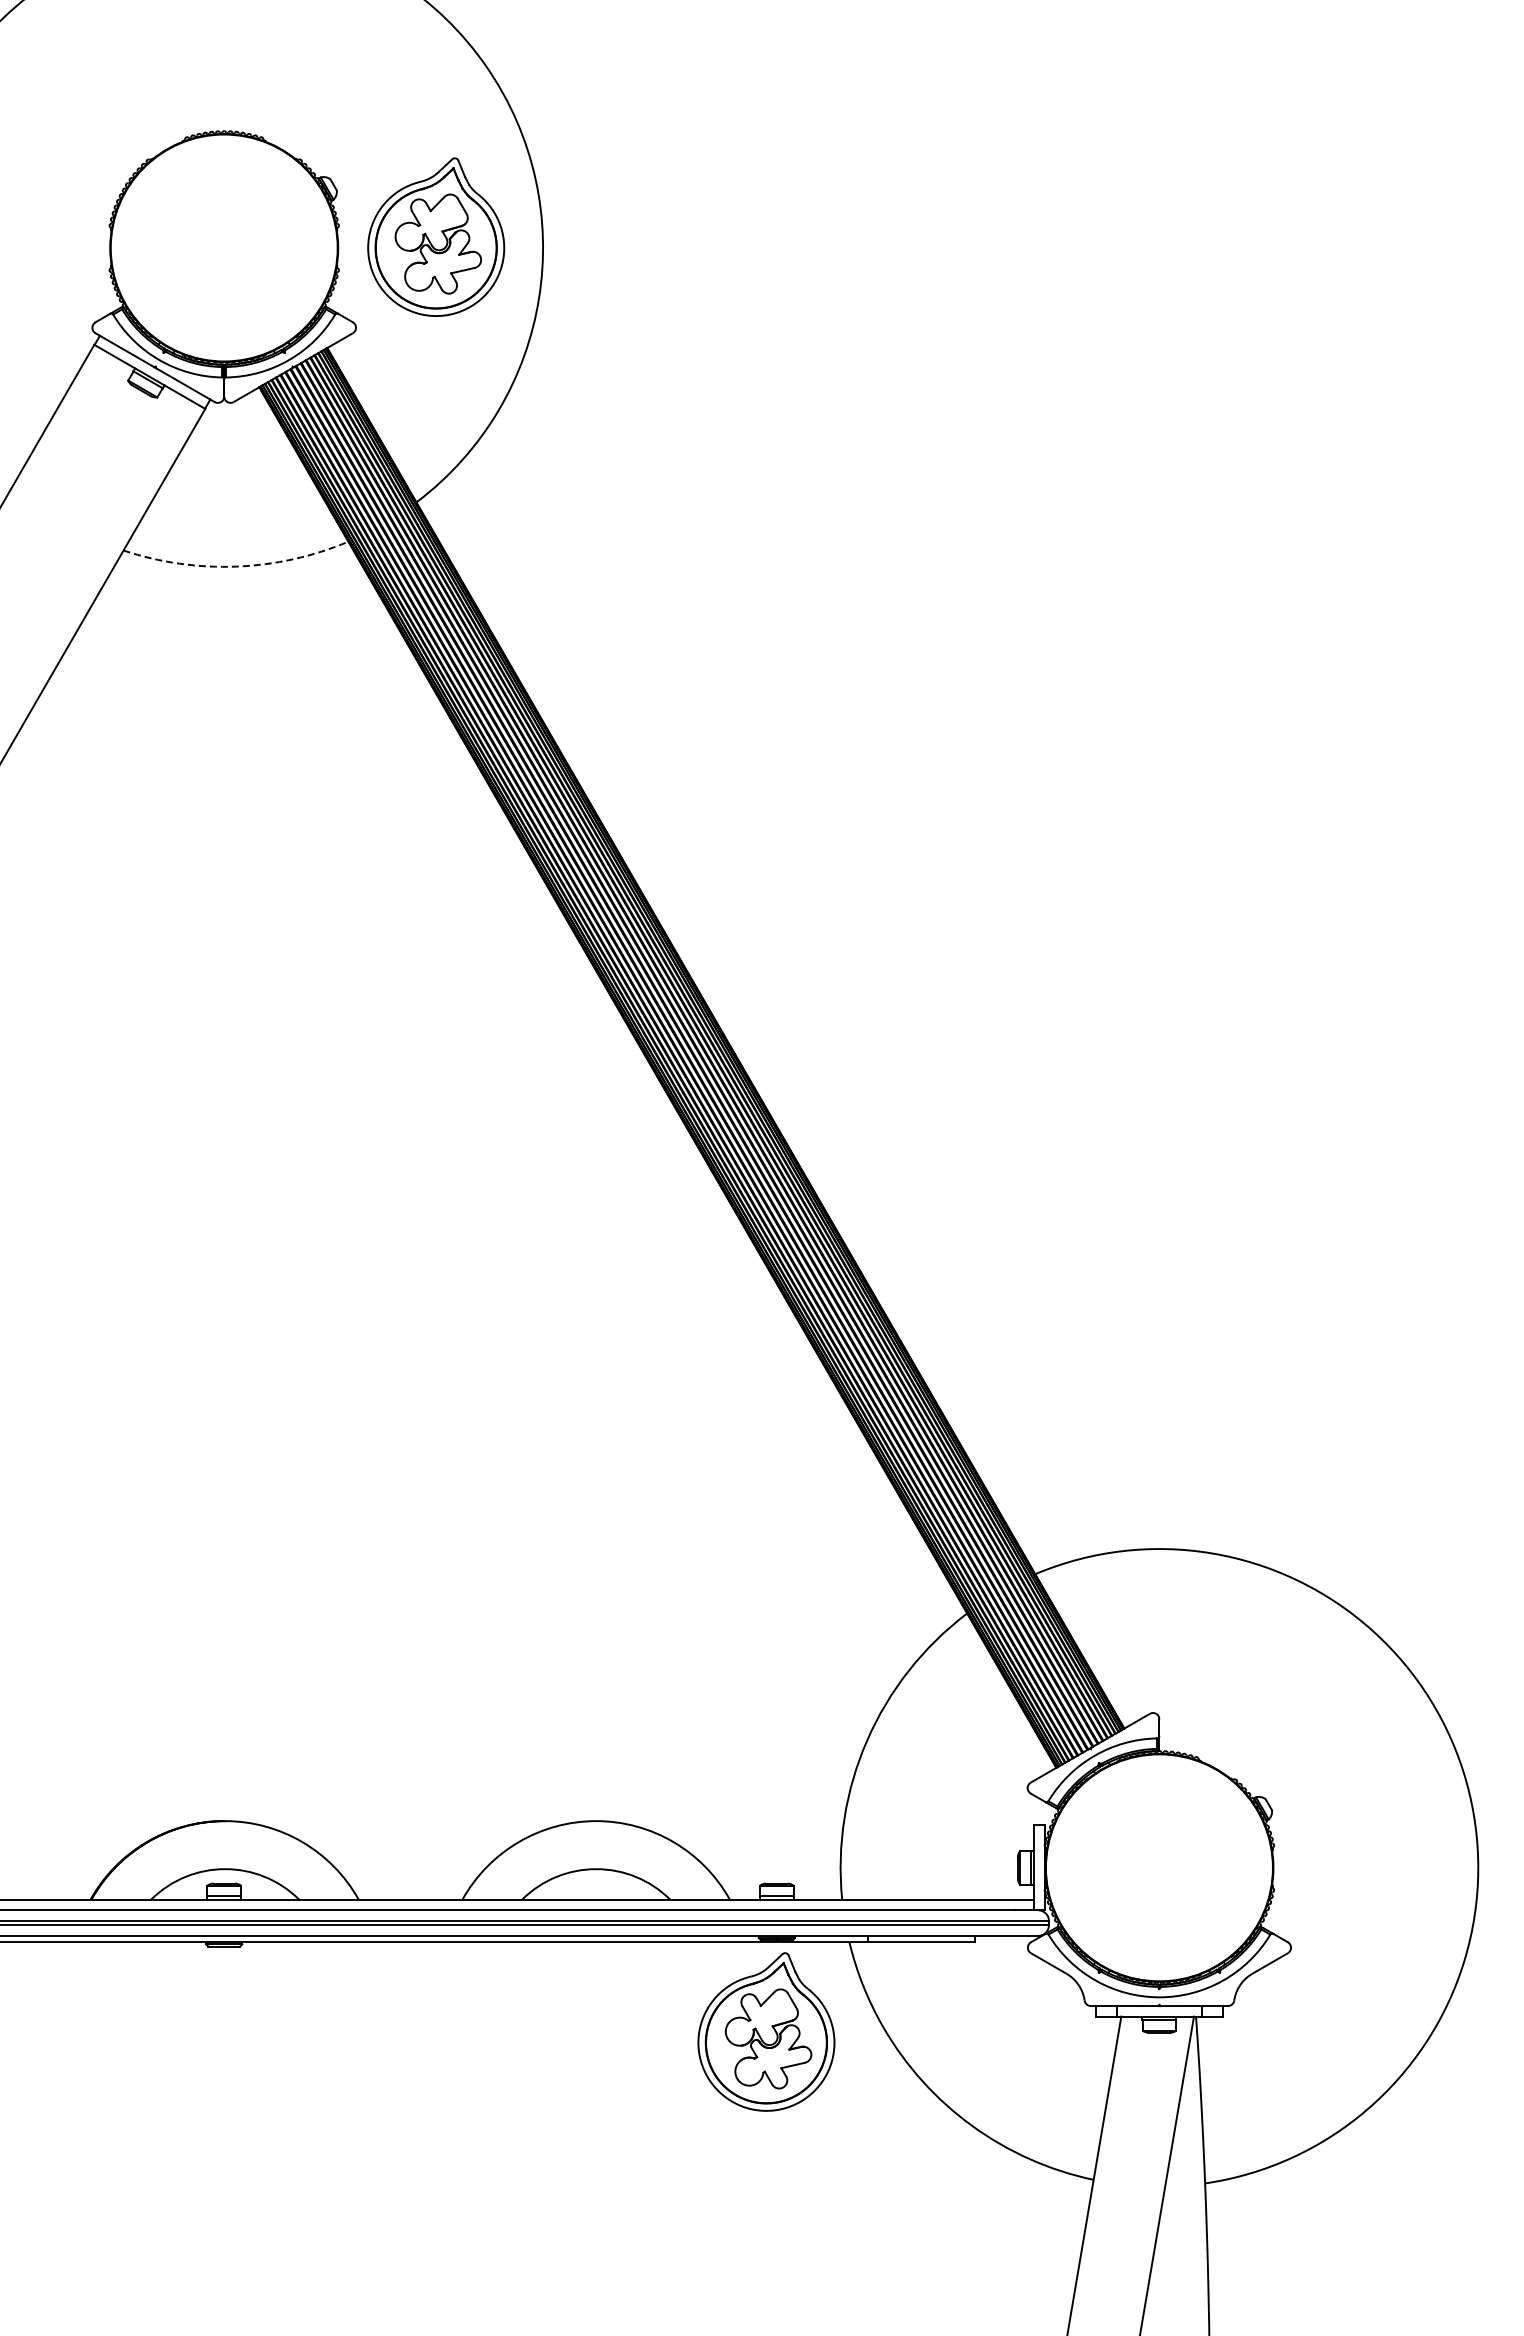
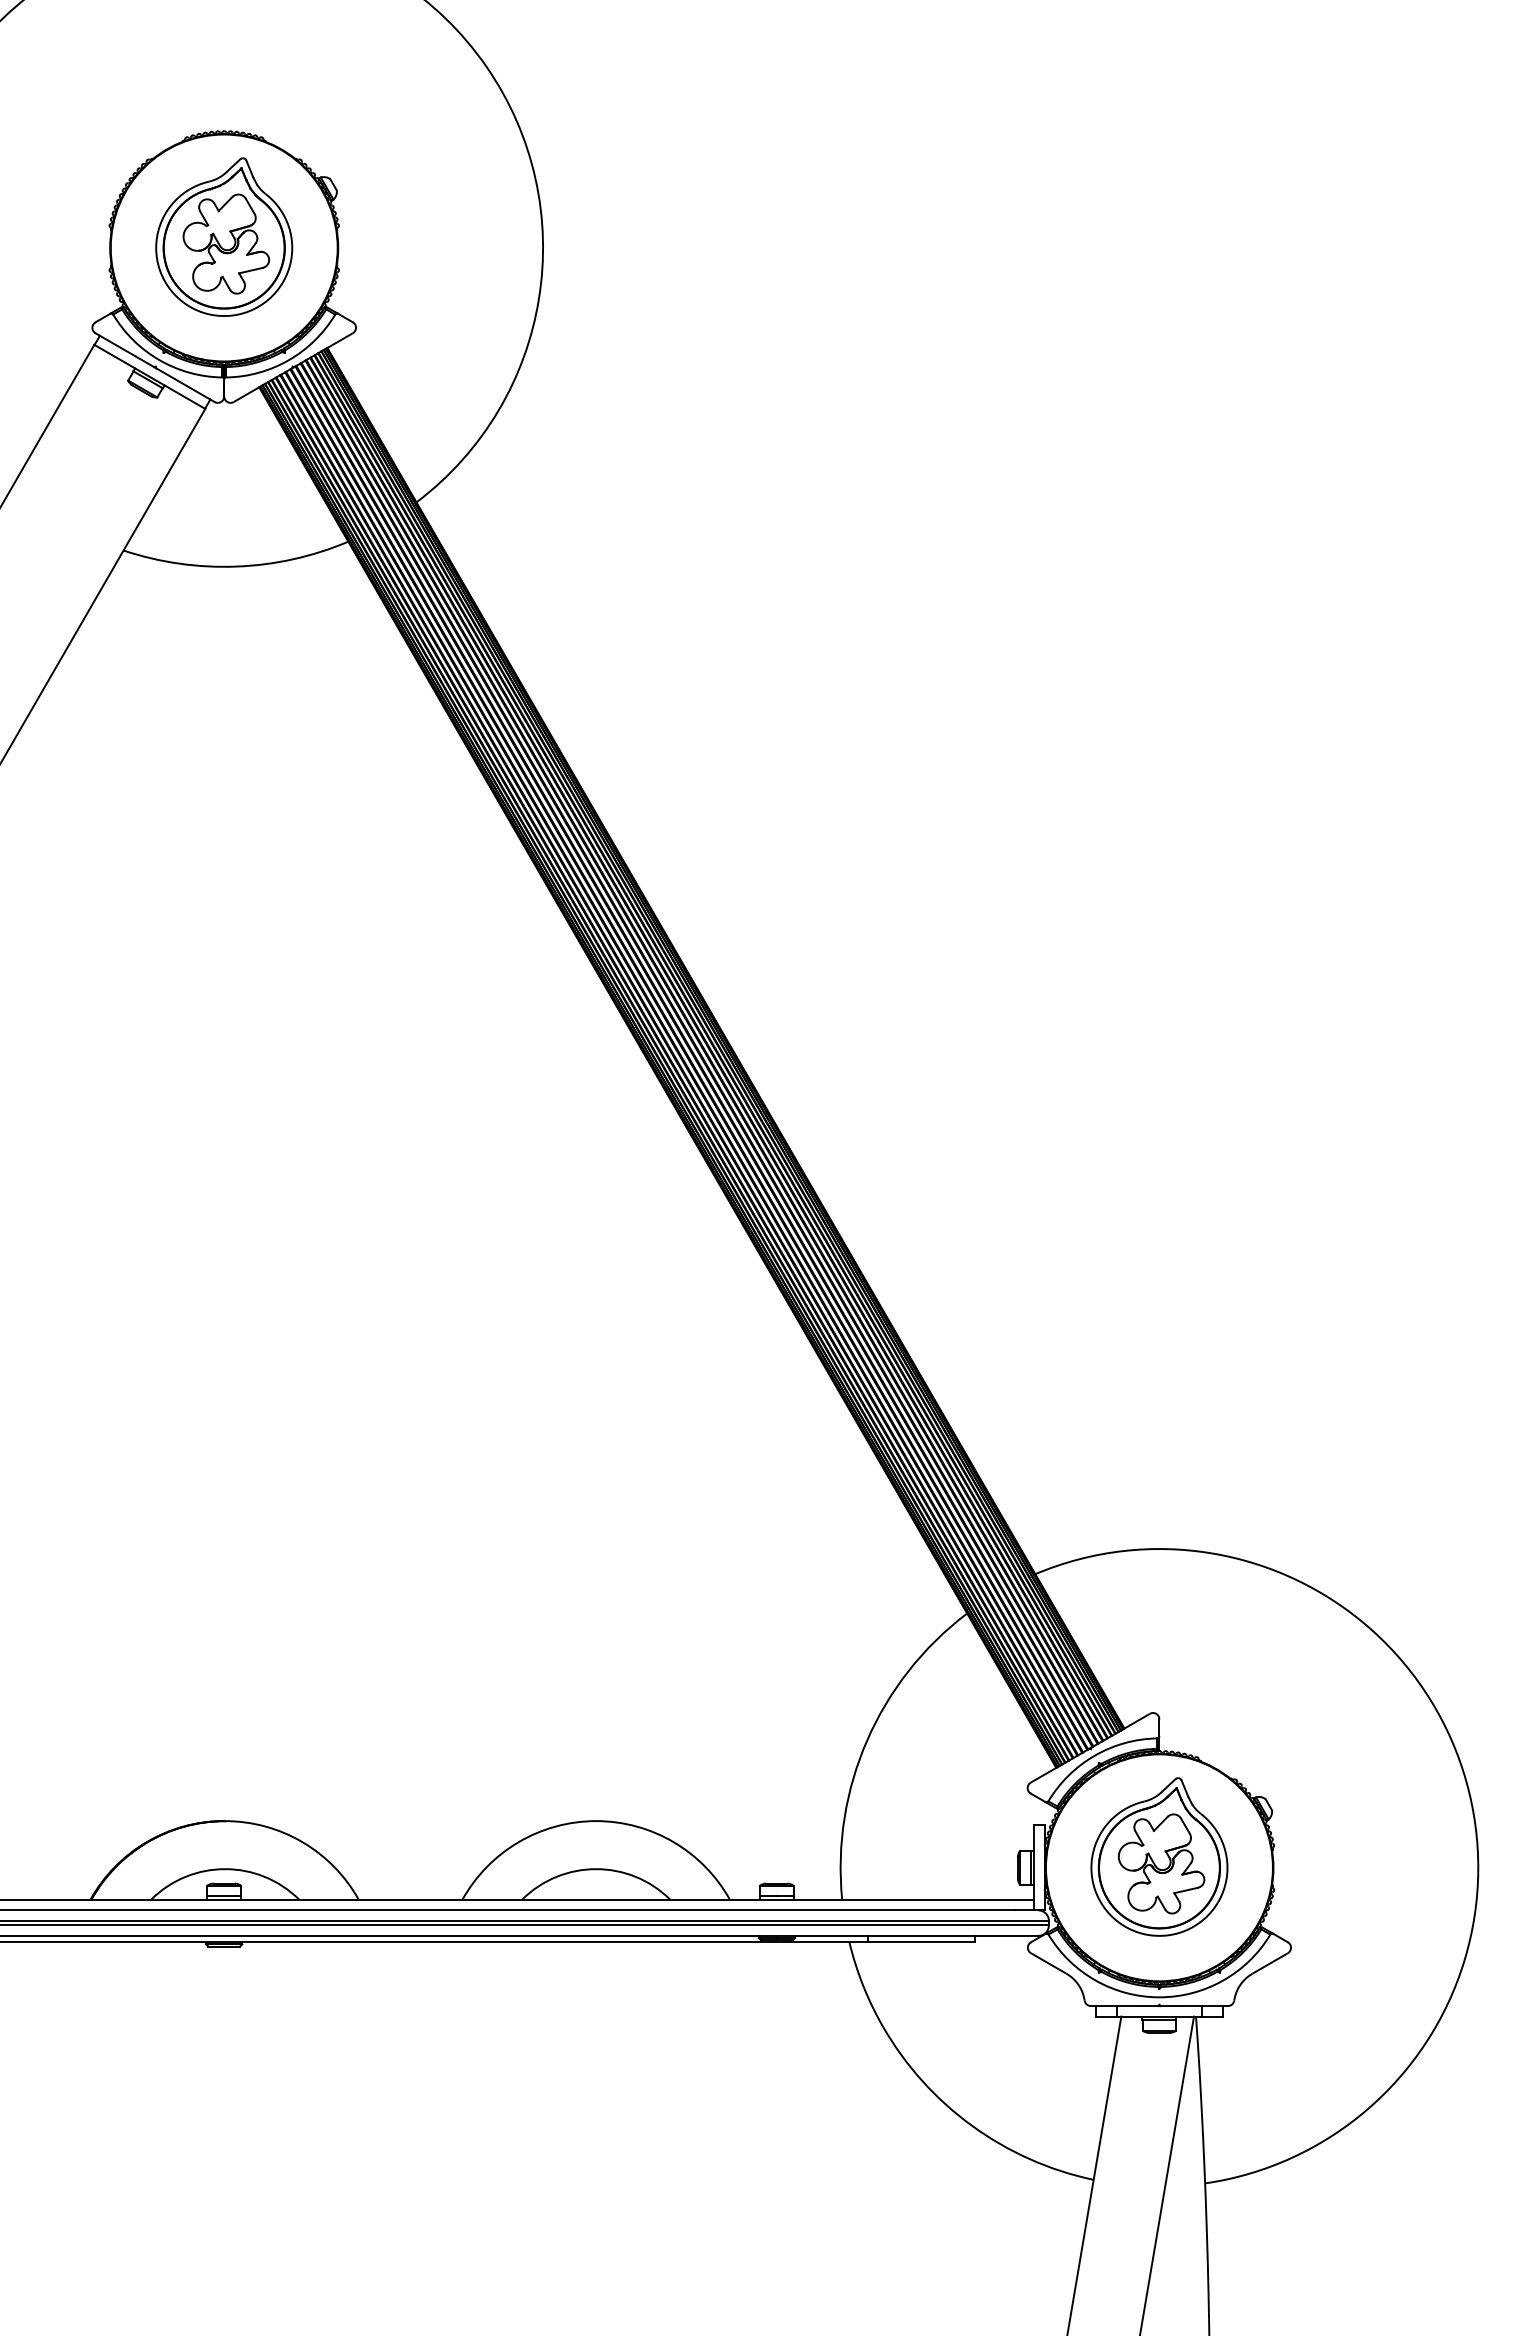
part at (436, 236) position: (436, 236) -> (224, 236)
arc at (236, 566): dashed -> solid
part at (766, 2031) position: (766, 2031) -> (1159, 1856)
